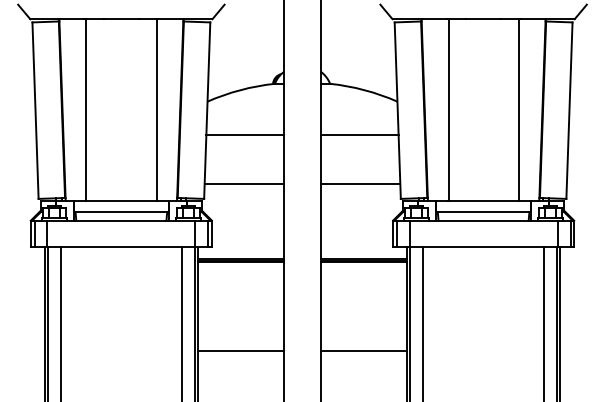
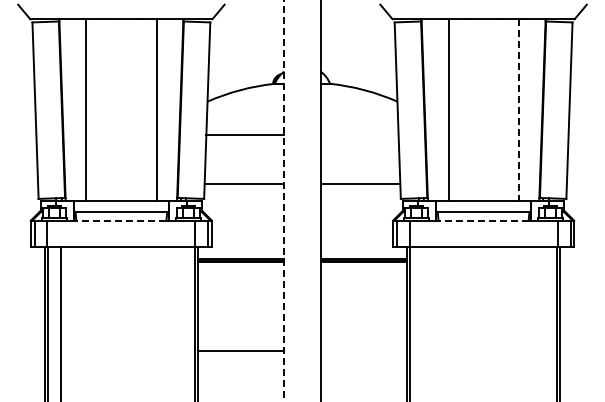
line at (518, 109): solid -> dashed
line at (359, 135): present -> none
line at (284, 201): solid -> dashed
line at (120, 220): solid -> dashed
line at (483, 220): solid -> dashed
line at (181, 322): present -> none
line at (423, 322): present -> none
line at (543, 322): present -> none
line at (363, 350): present -> none
